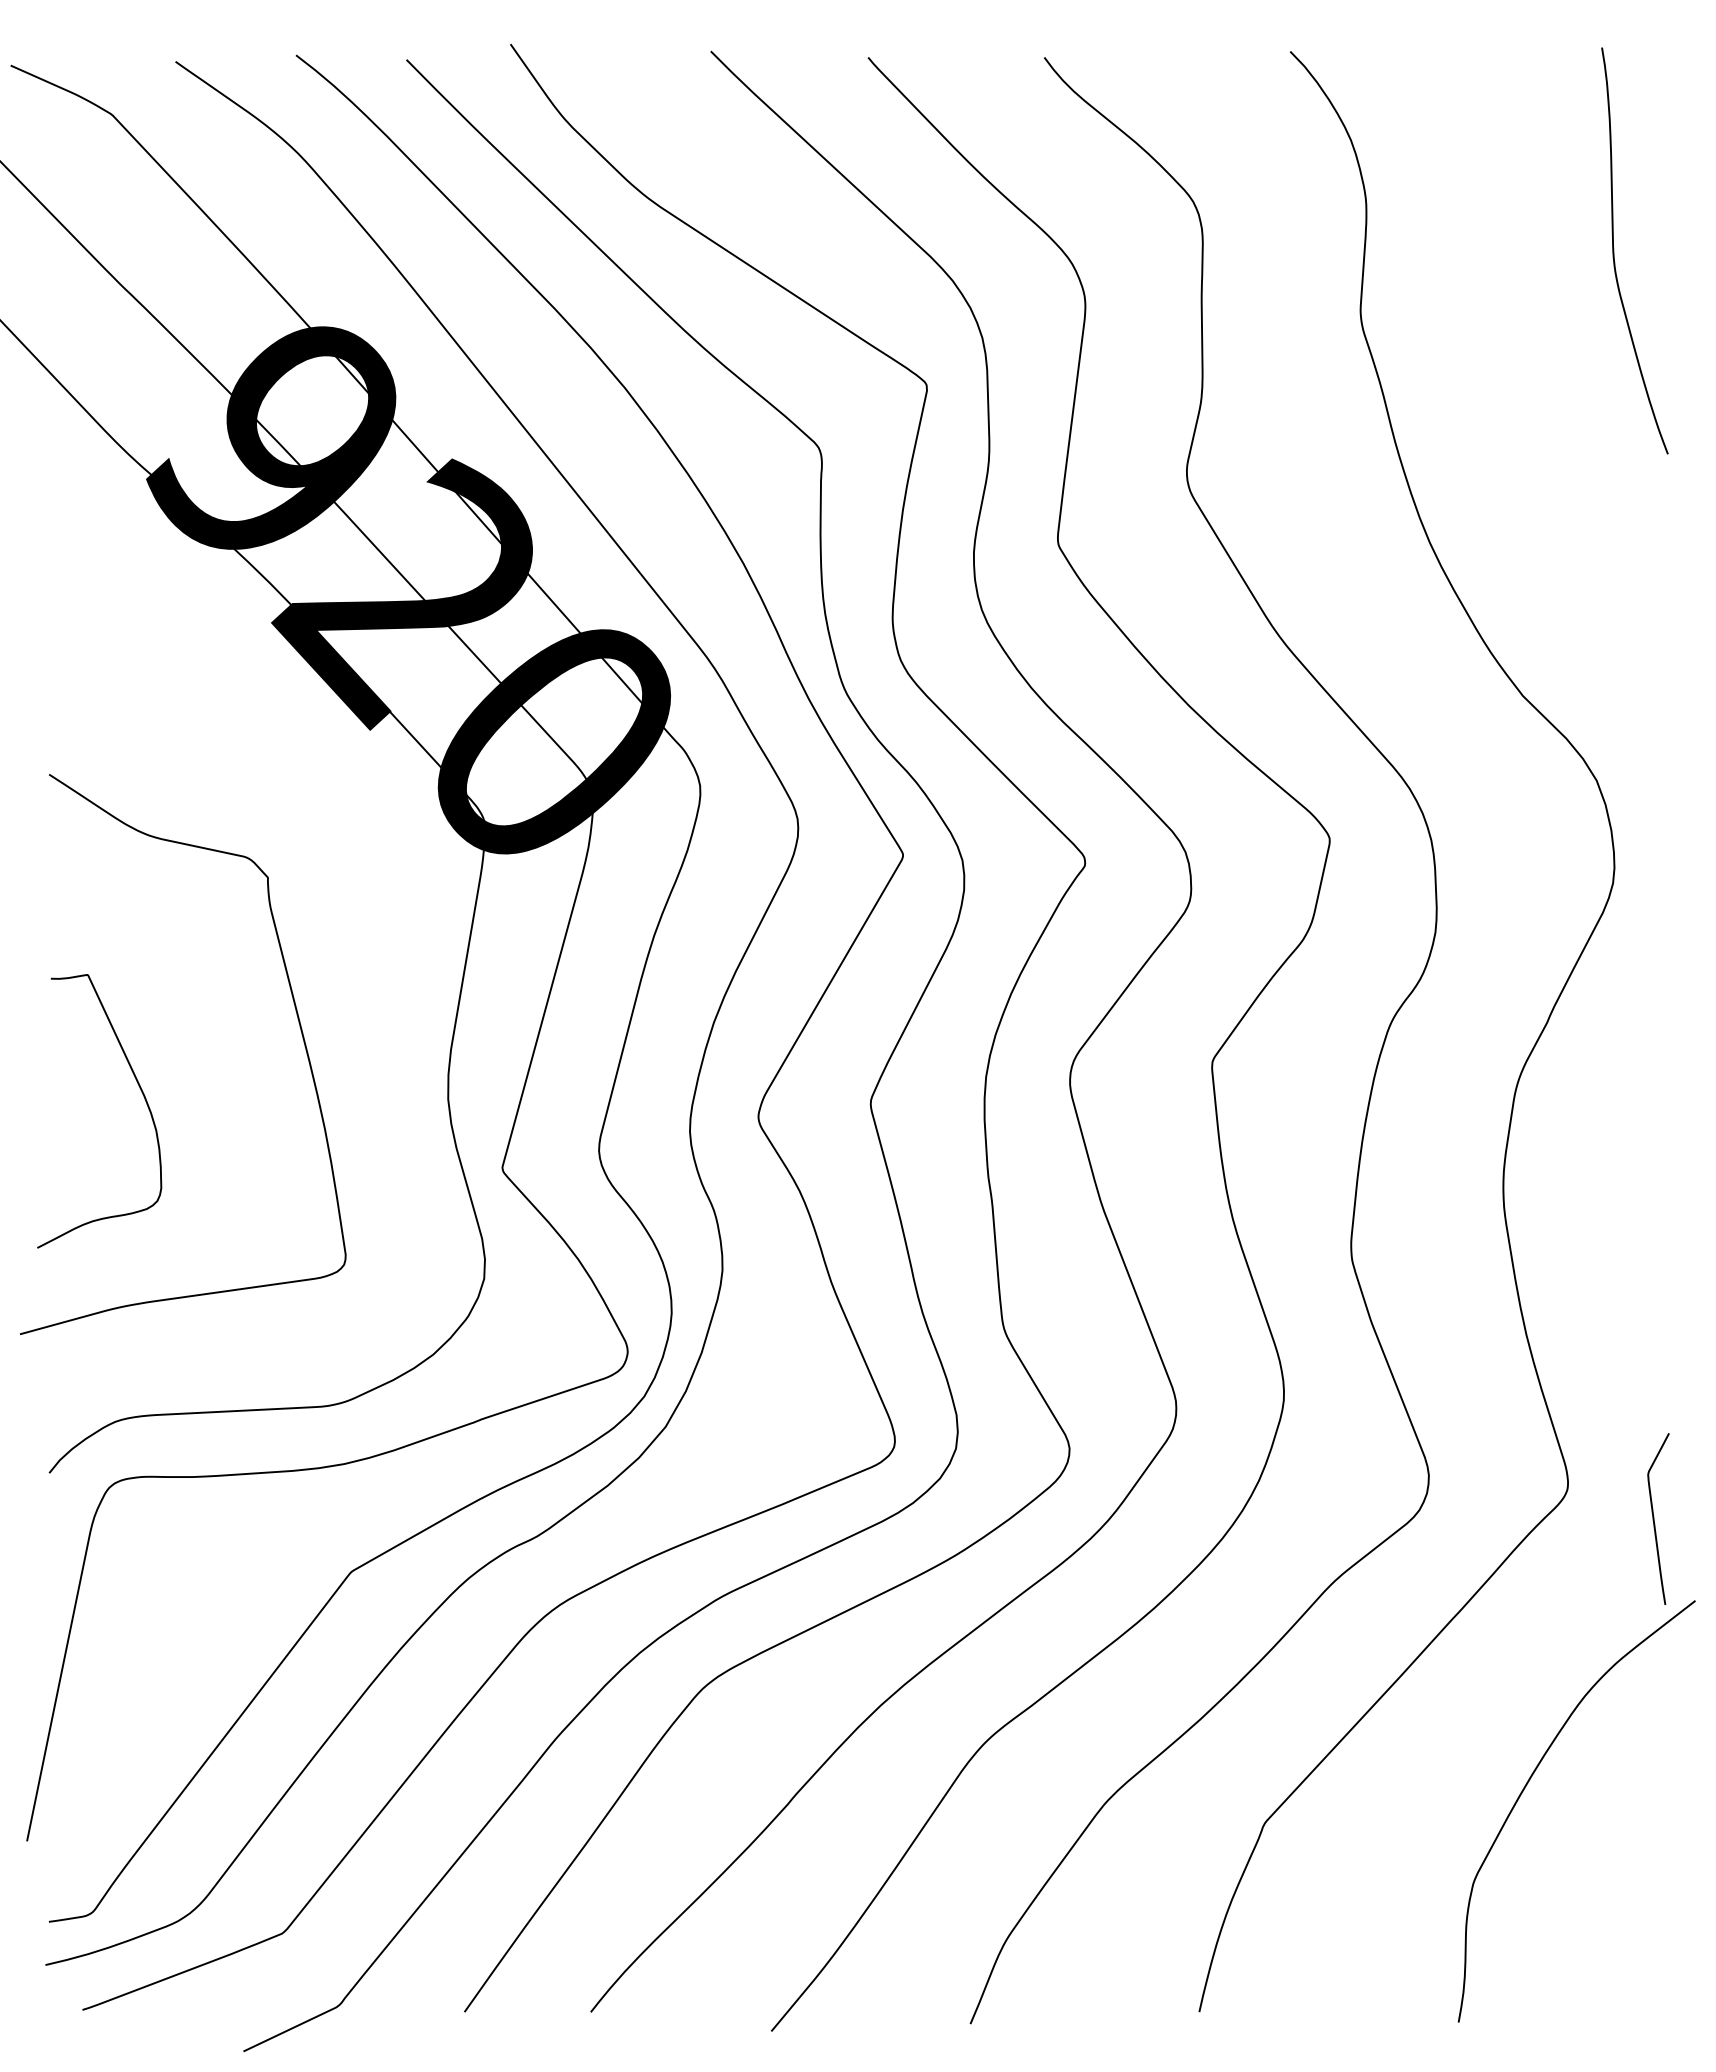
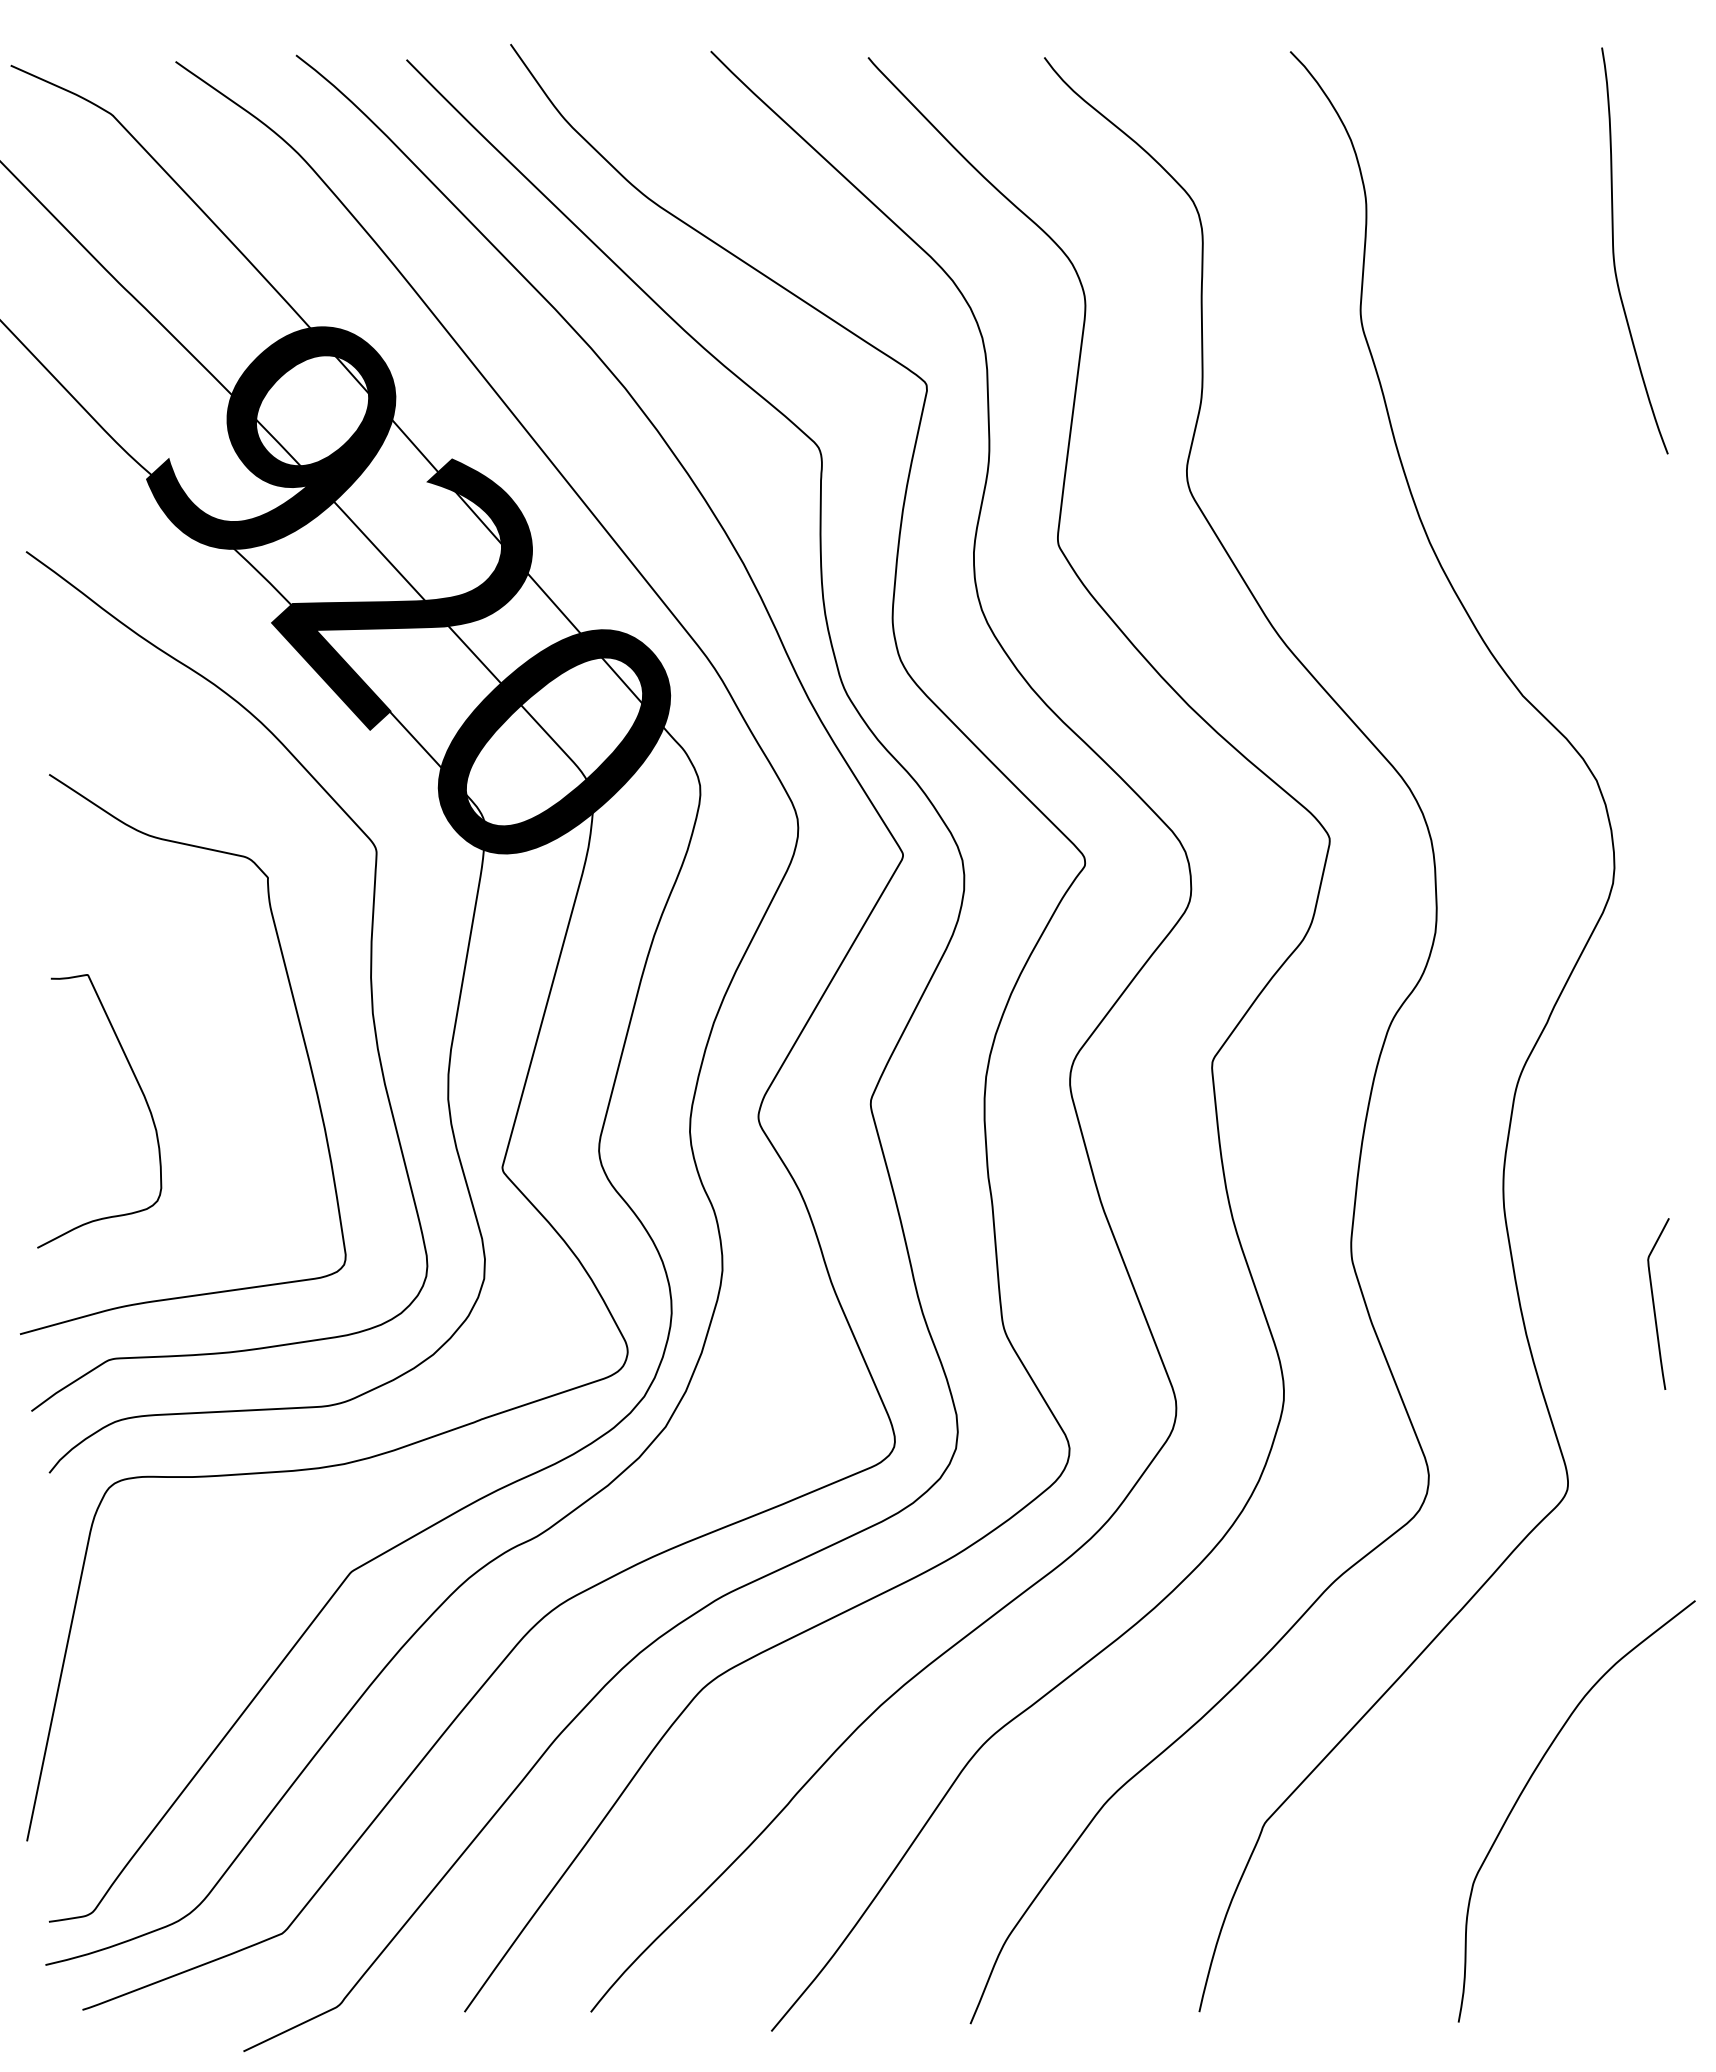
curve at (370, 981): none -> present
curve at (1654, 1518) position: (1654, 1518) -> (1654, 1303)
